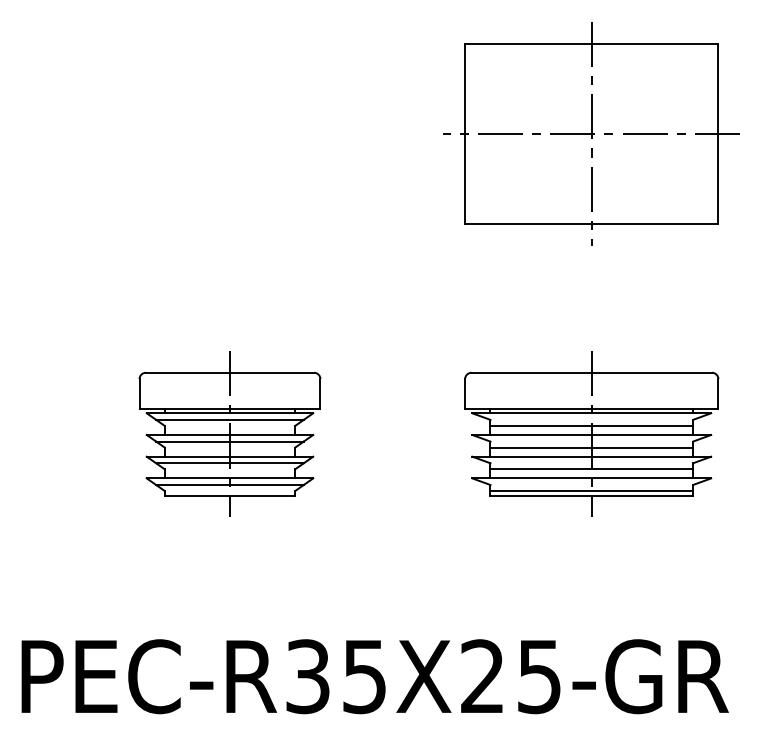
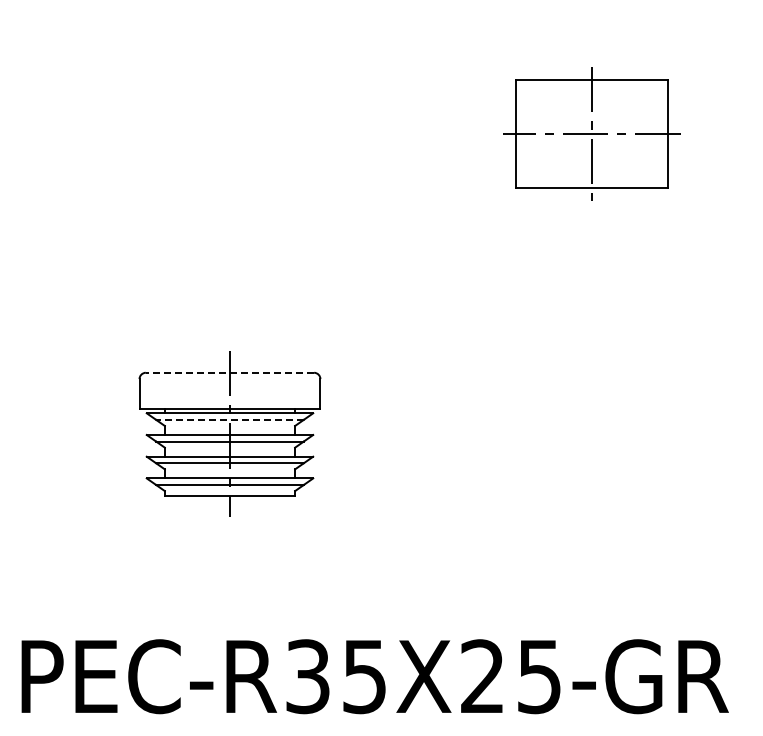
part at (591, 133) size: 297x224 px -> 178x134 px
line at (229, 372): solid -> dashed
line at (229, 419): solid -> dashed
part at (591, 433): present -> none
